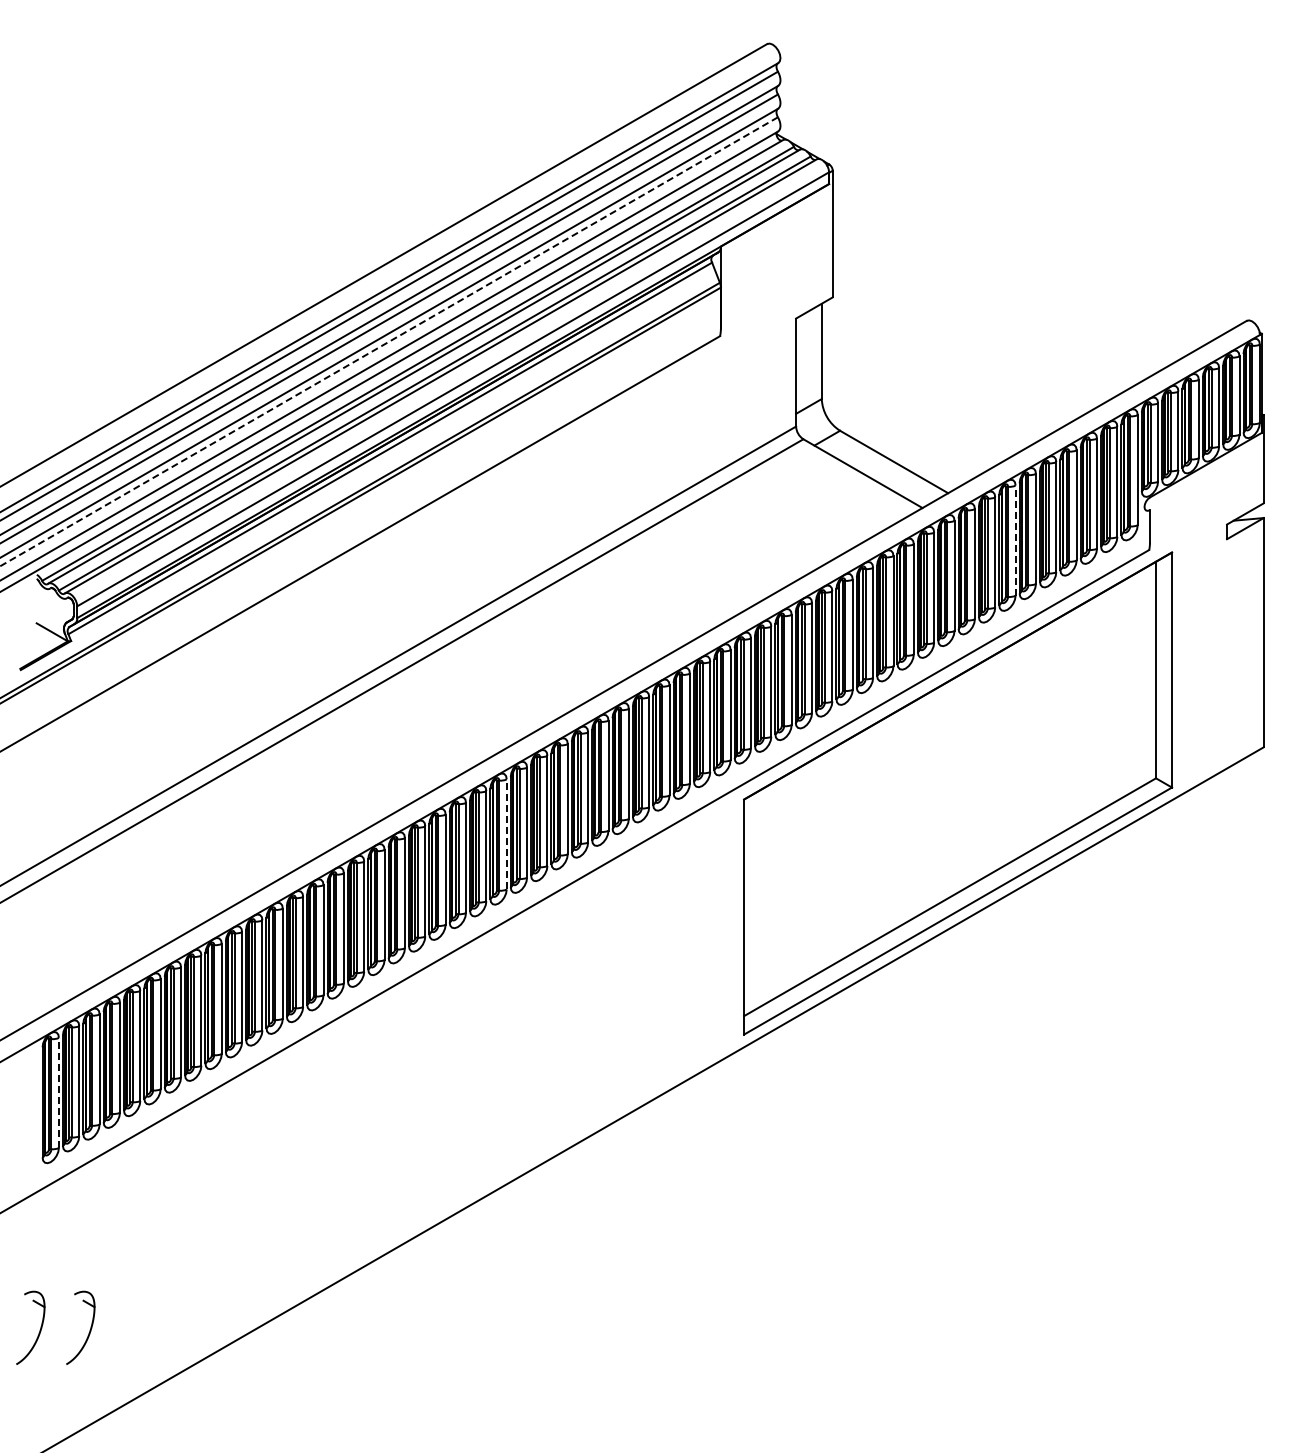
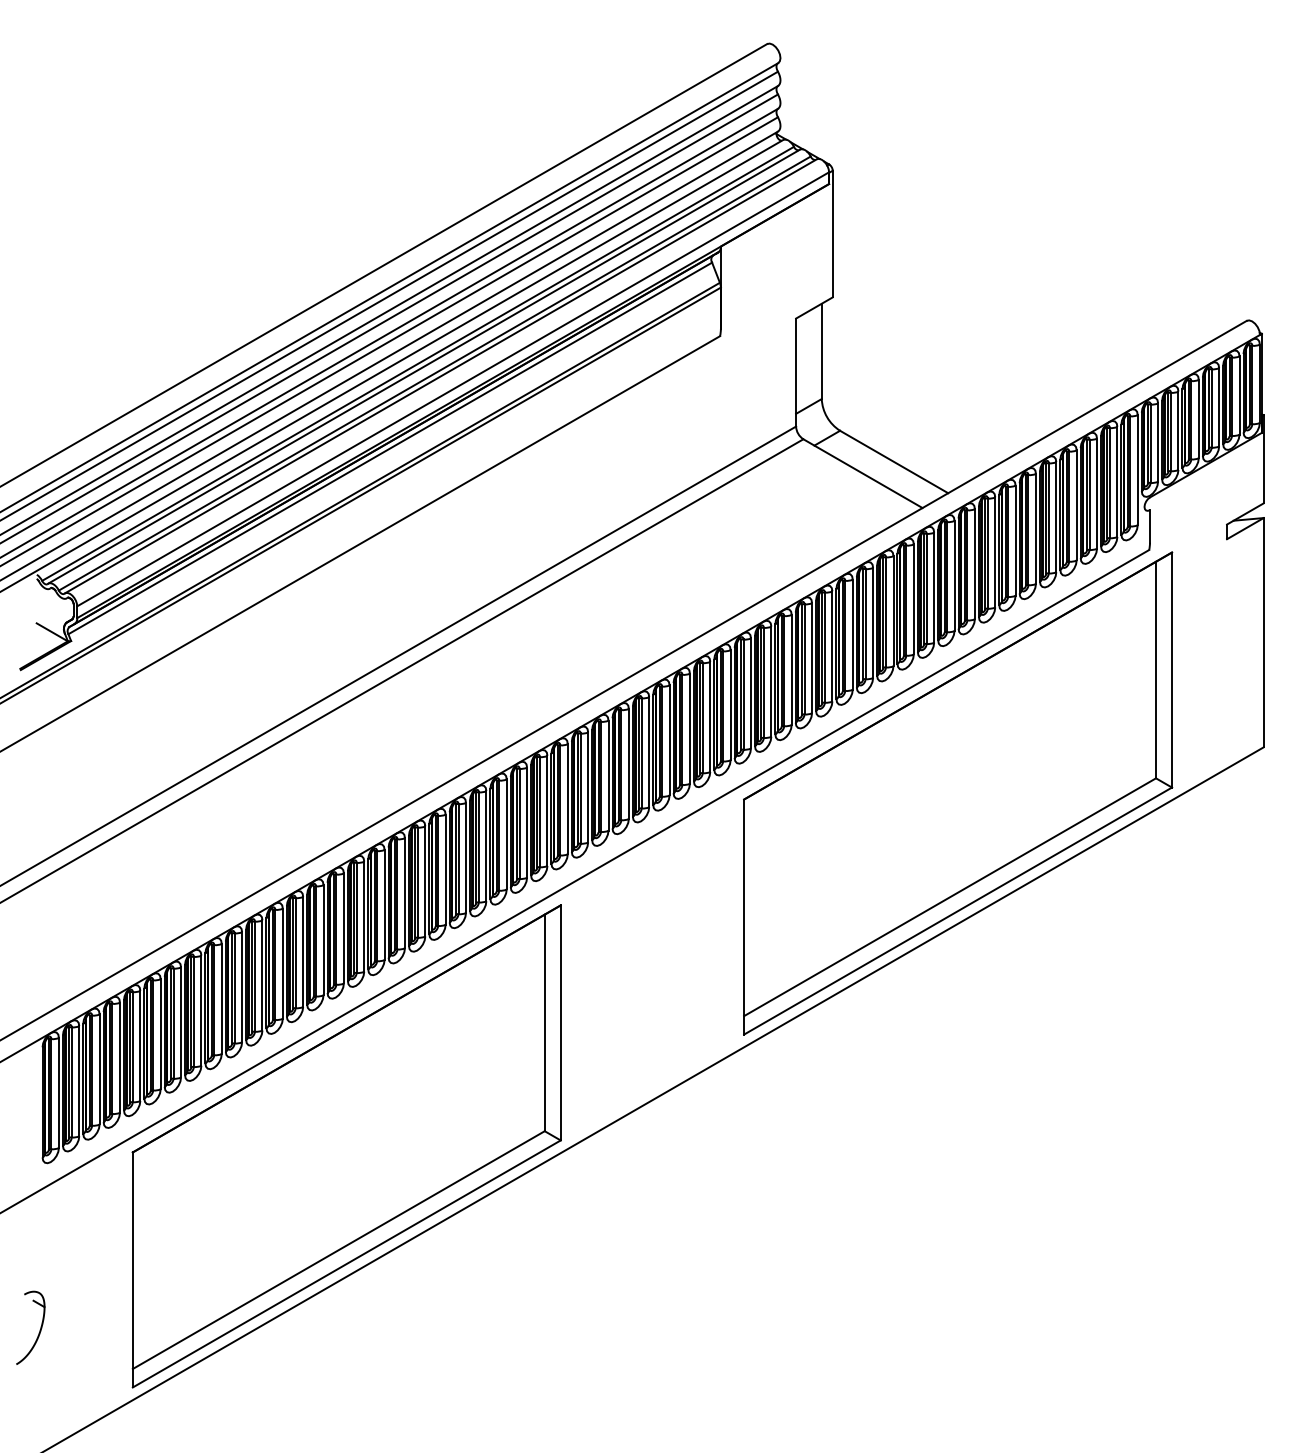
line at (389, 341): dashed -> solid
line at (1015, 540): dashed -> solid
line at (506, 833): dashed -> solid
line at (58, 1092): dashed -> solid
part at (346, 1146): none -> present
part at (89, 1330): present -> none
